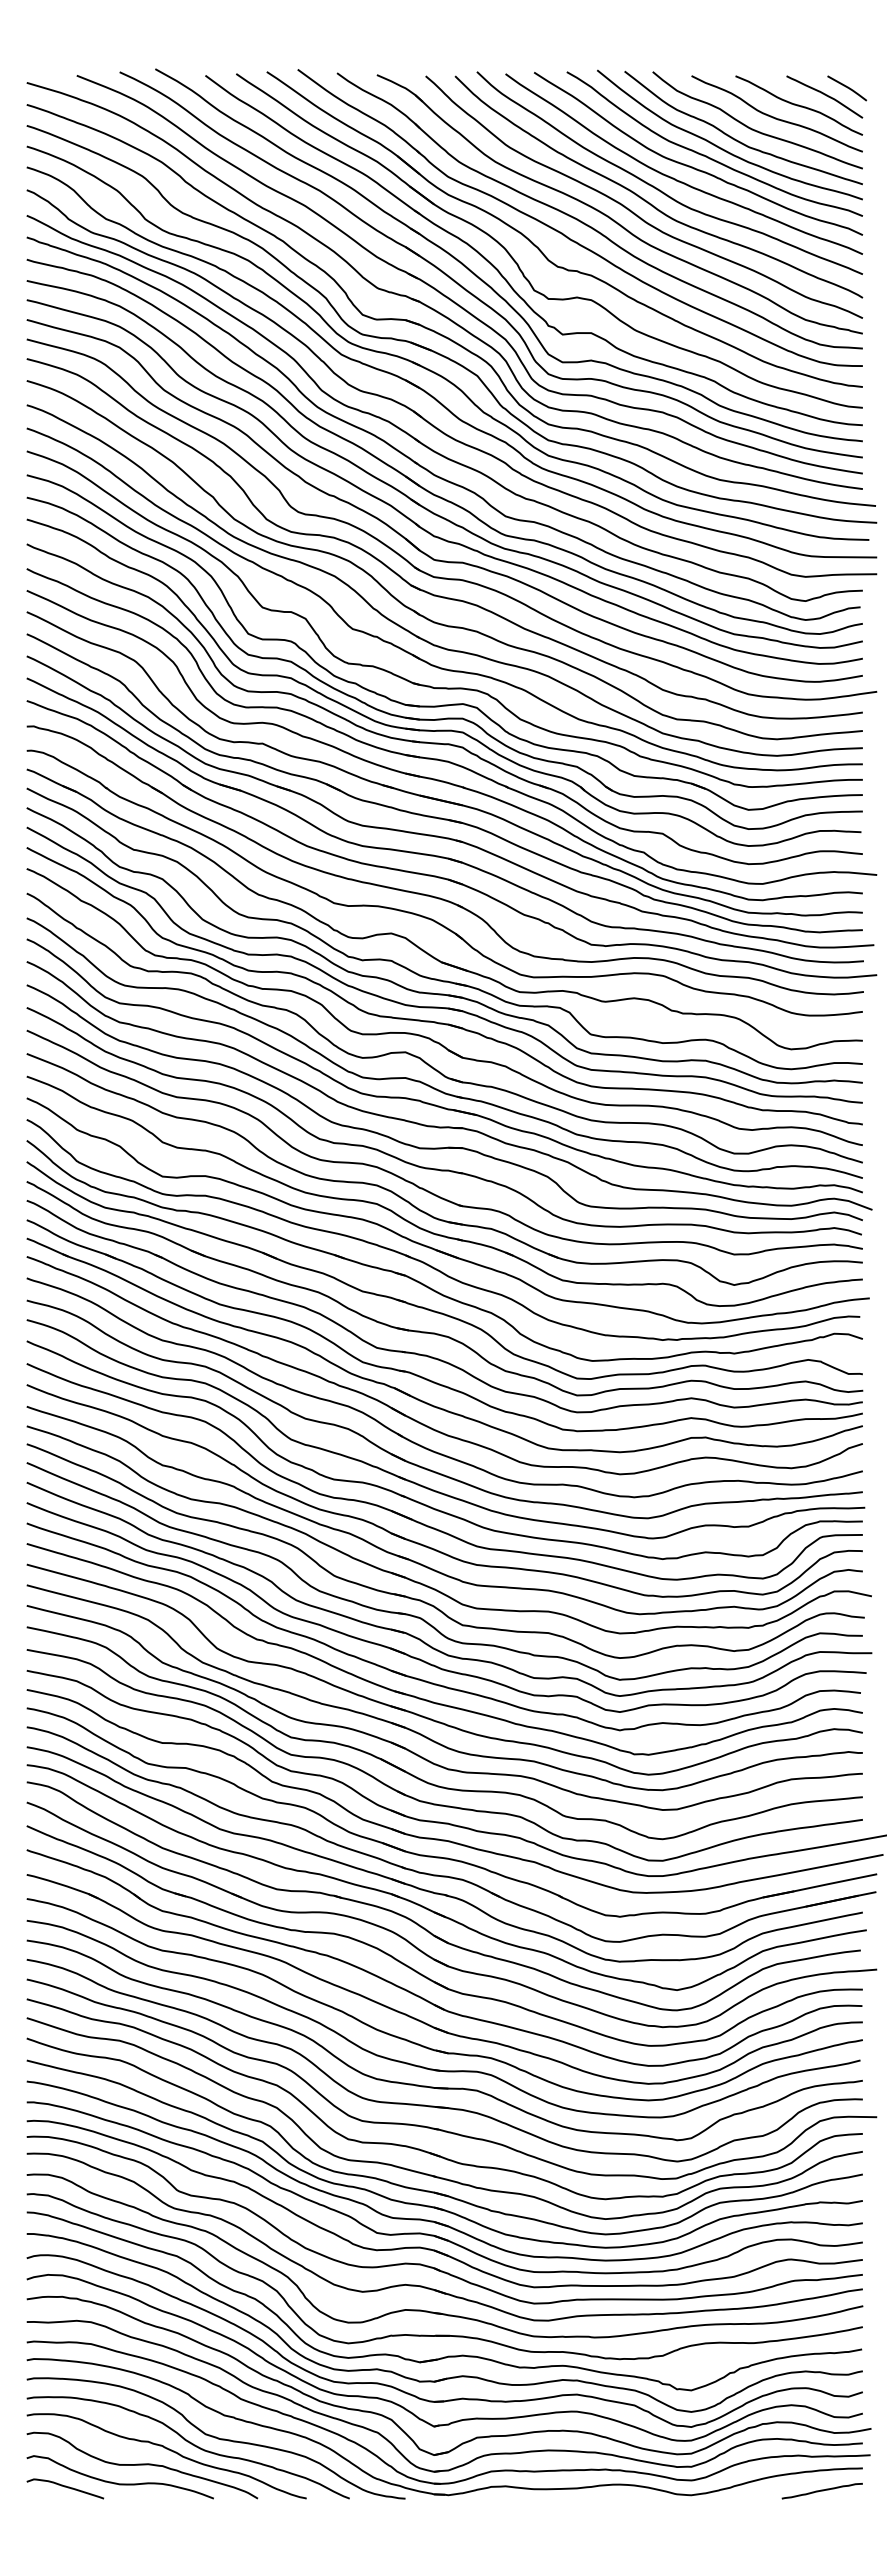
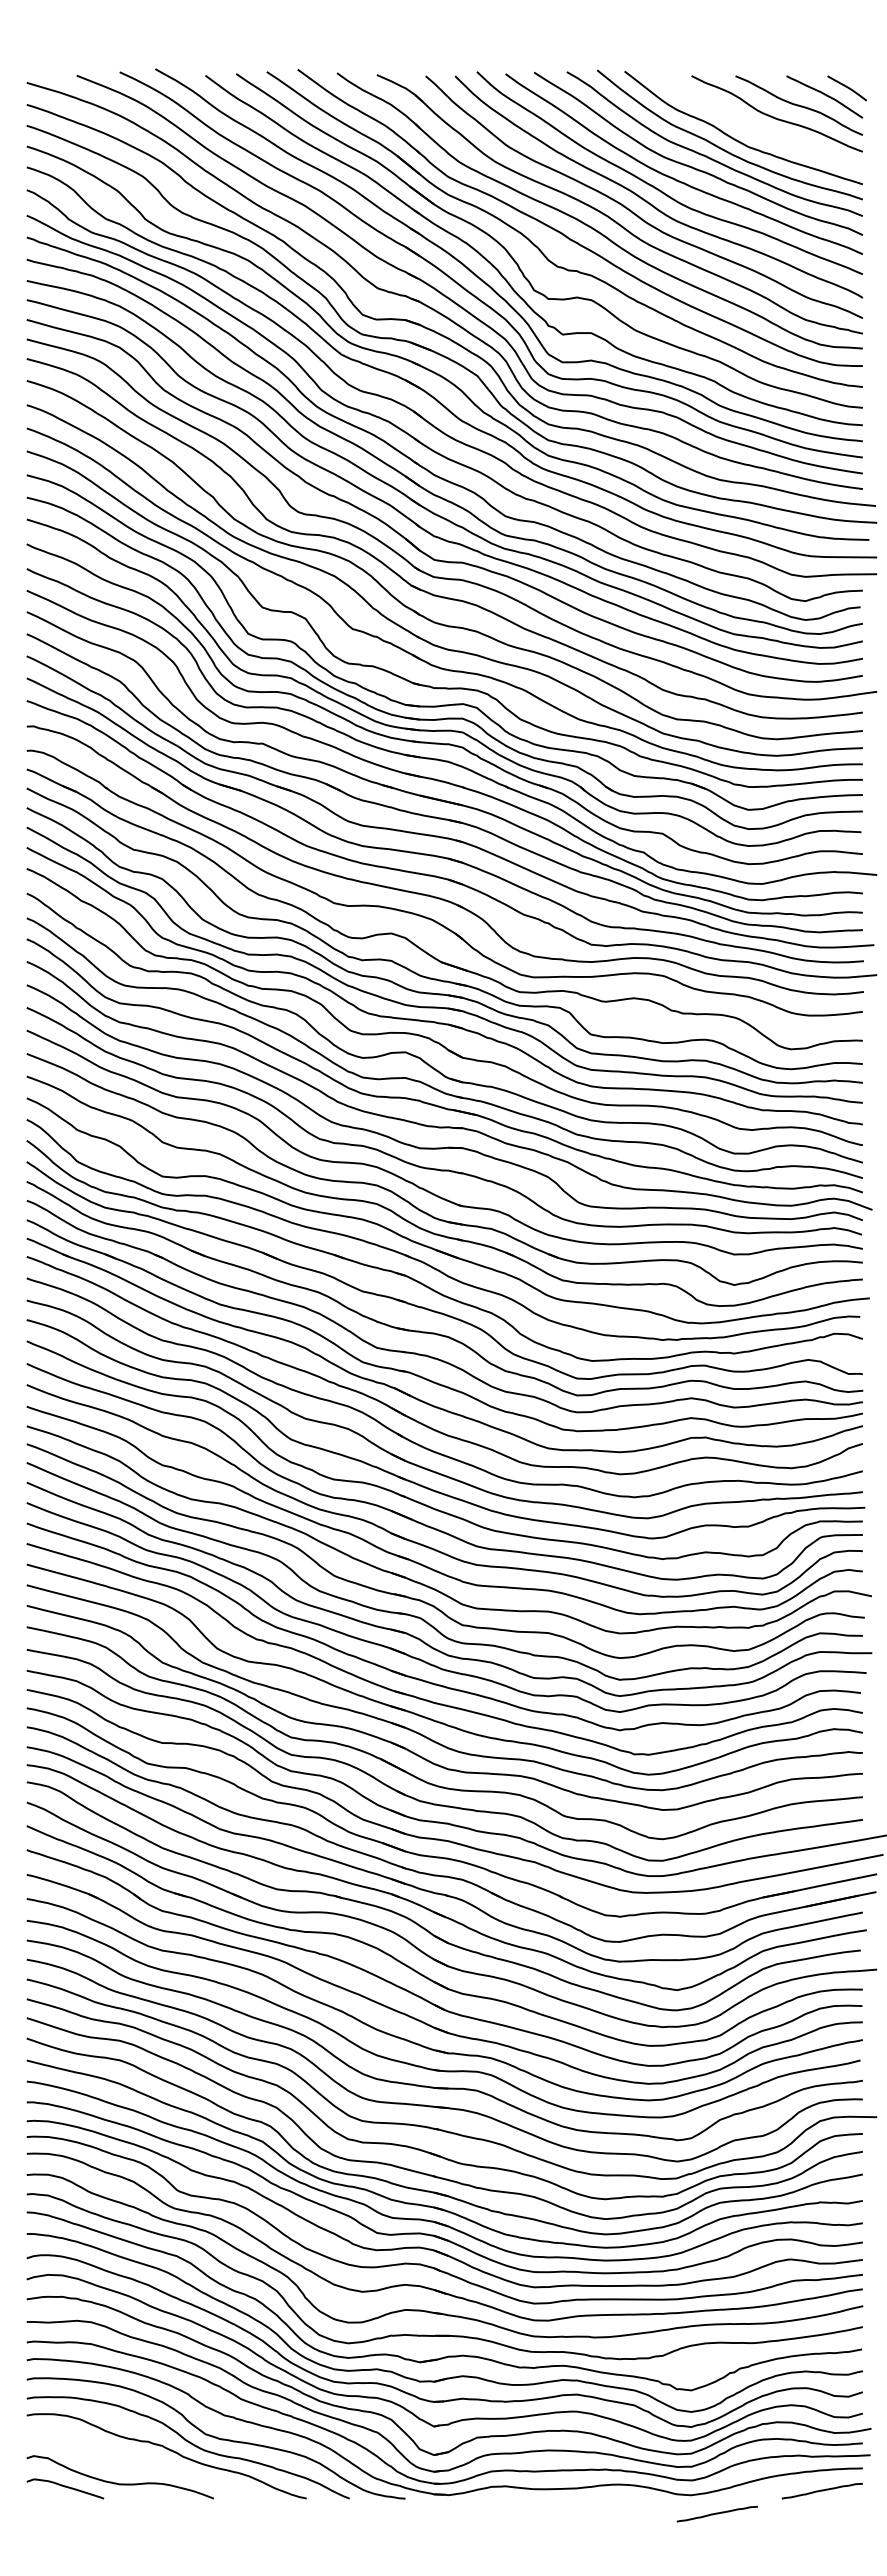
curve at (755, 129): present -> none
curve at (142, 2465): present -> none
line at (716, 2514): none -> present
